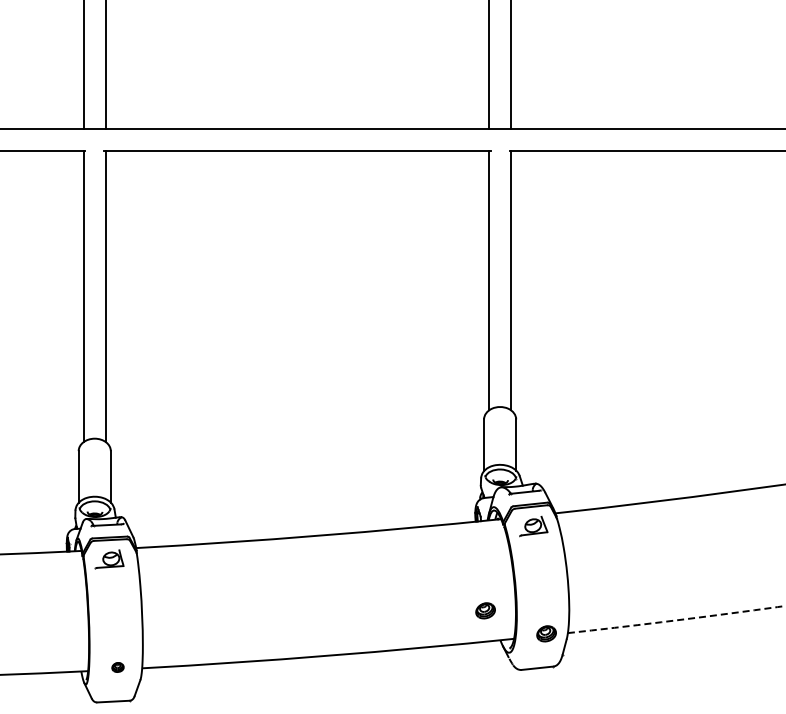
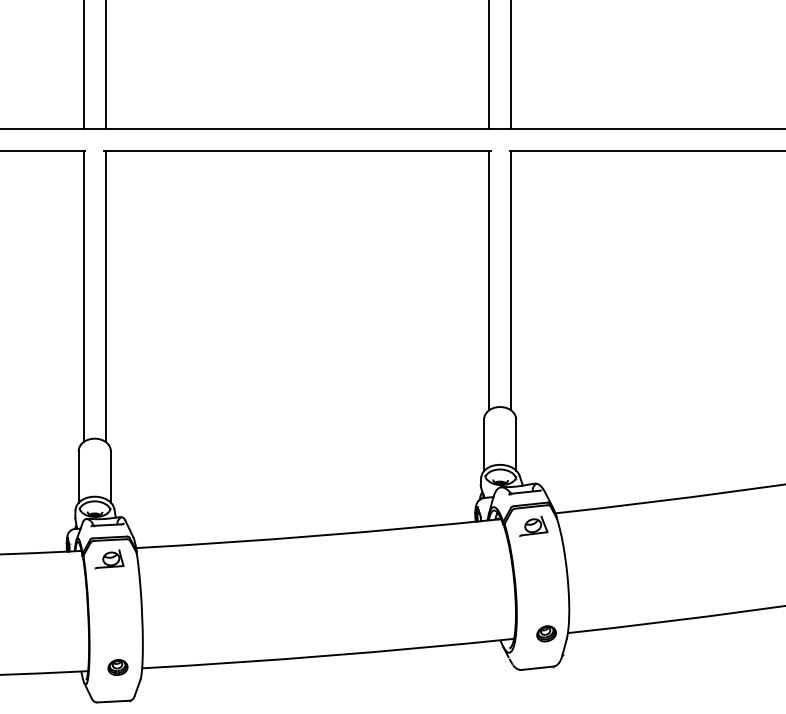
part at (485, 610): present -> none
line at (677, 620): dashed -> solid
part at (117, 667) size: 14x11 px -> 22x17 px
